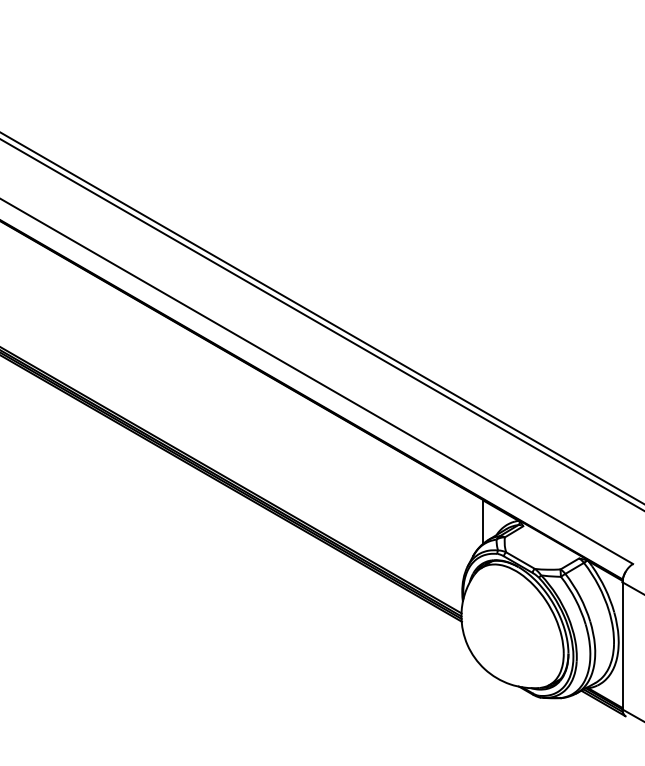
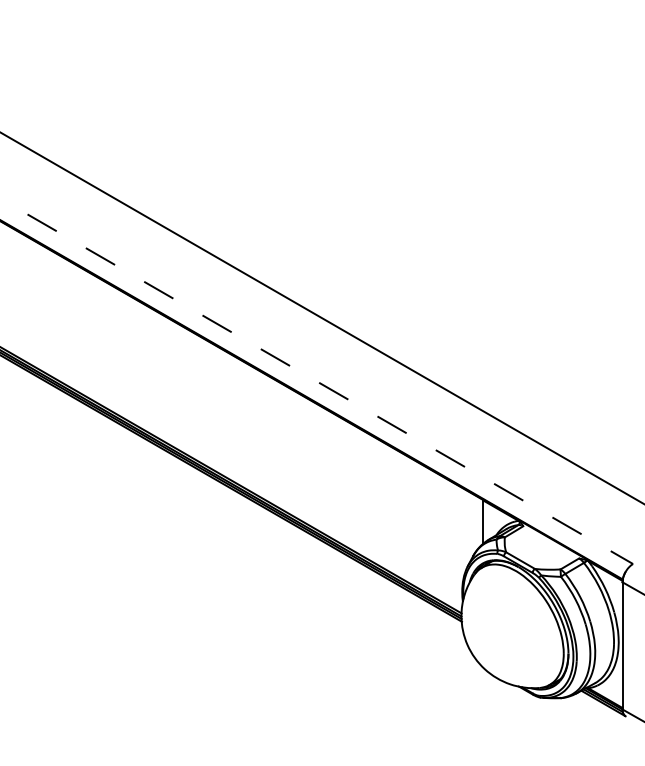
line at (321, 324): present -> none
line at (317, 381): solid -> dashed
